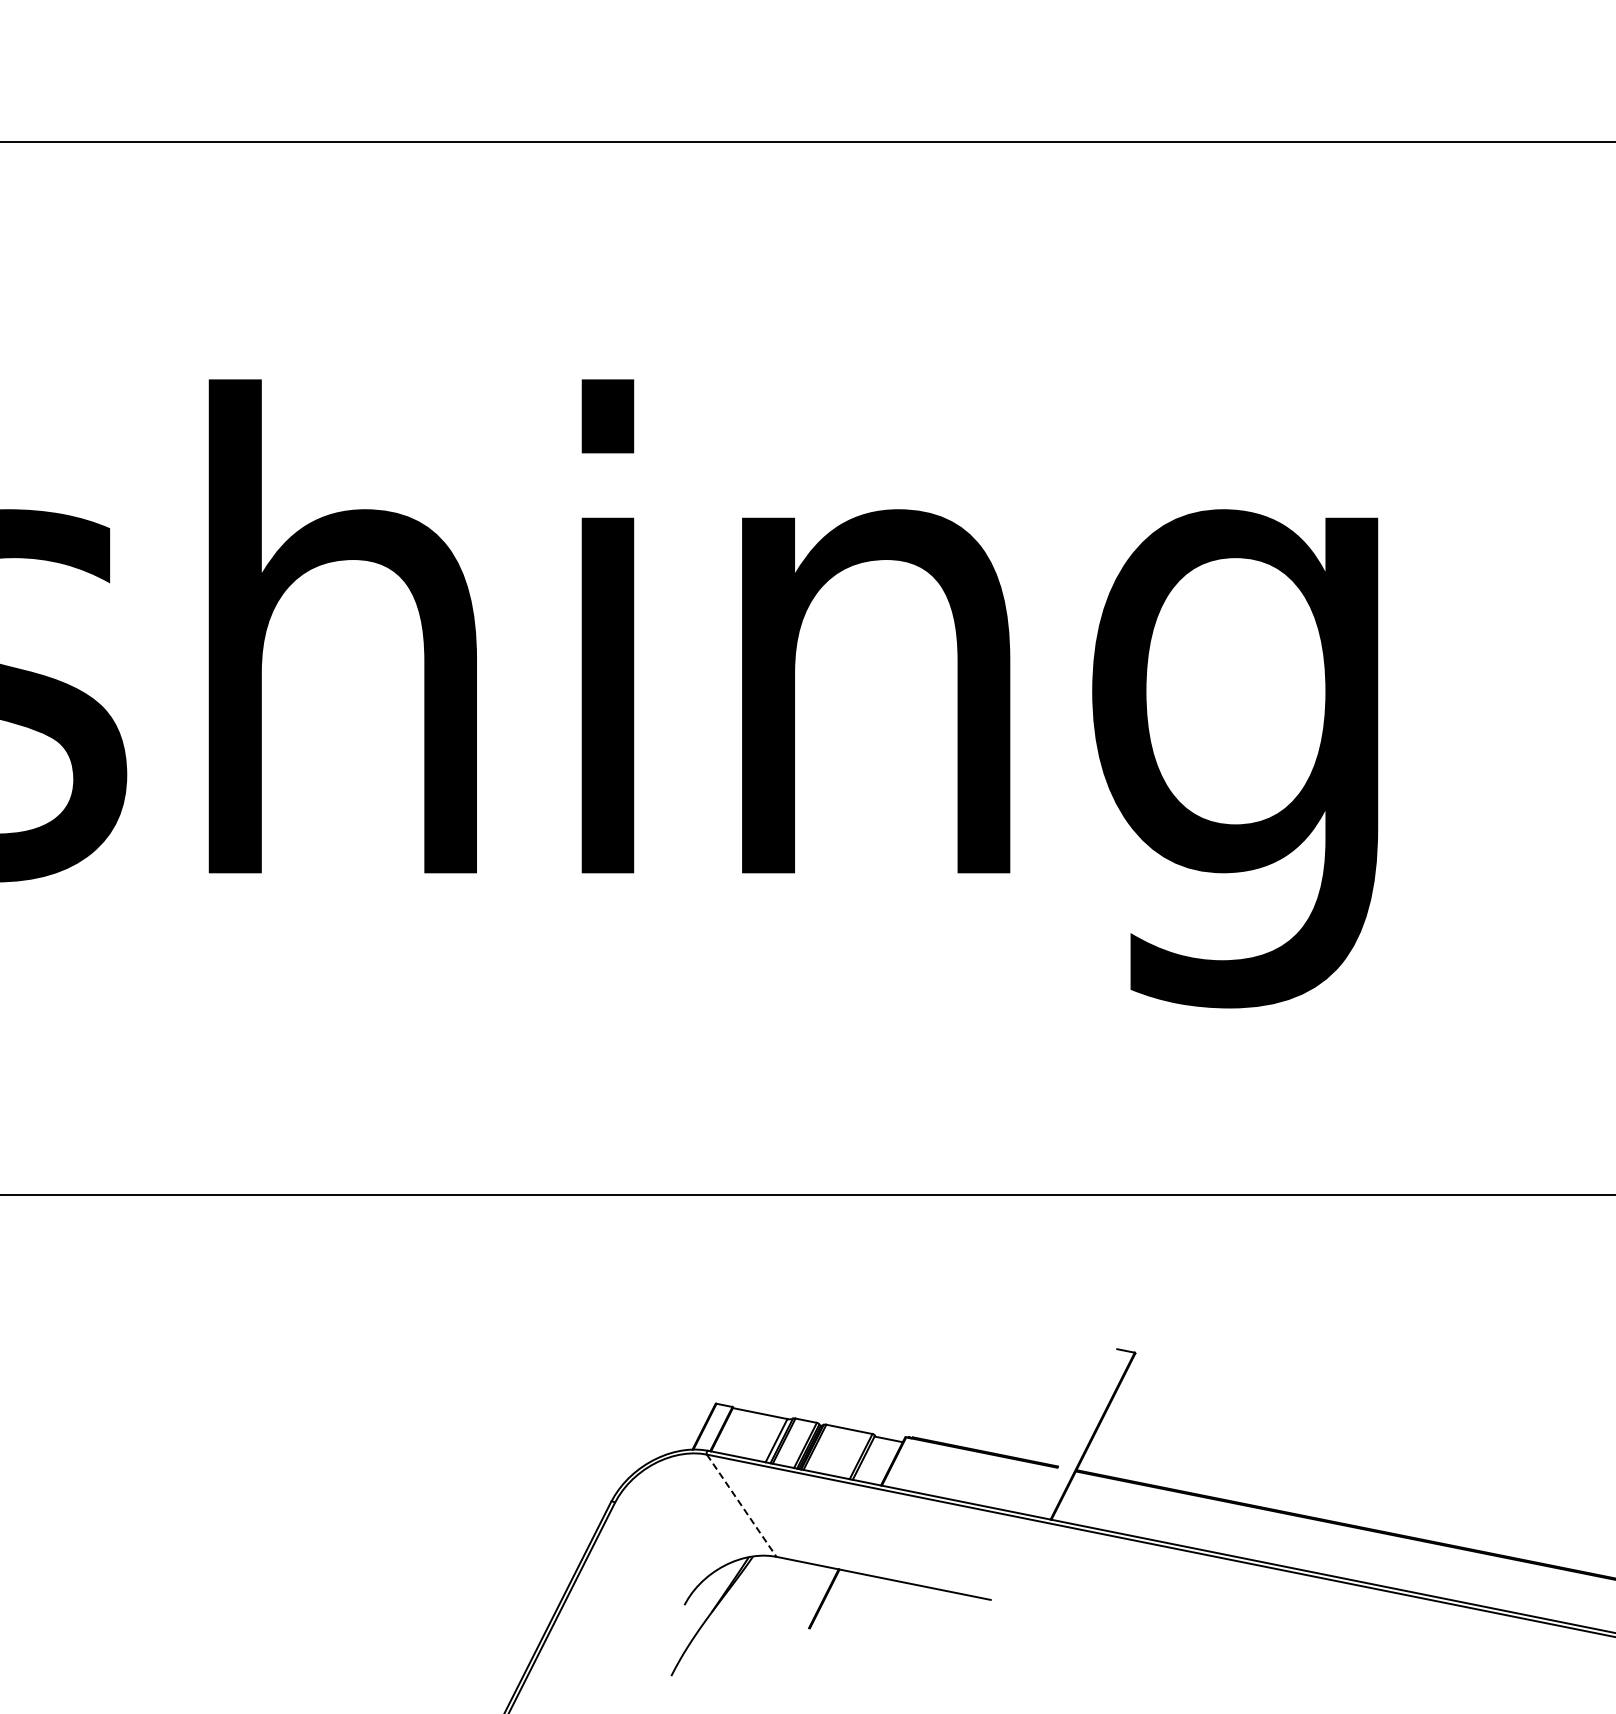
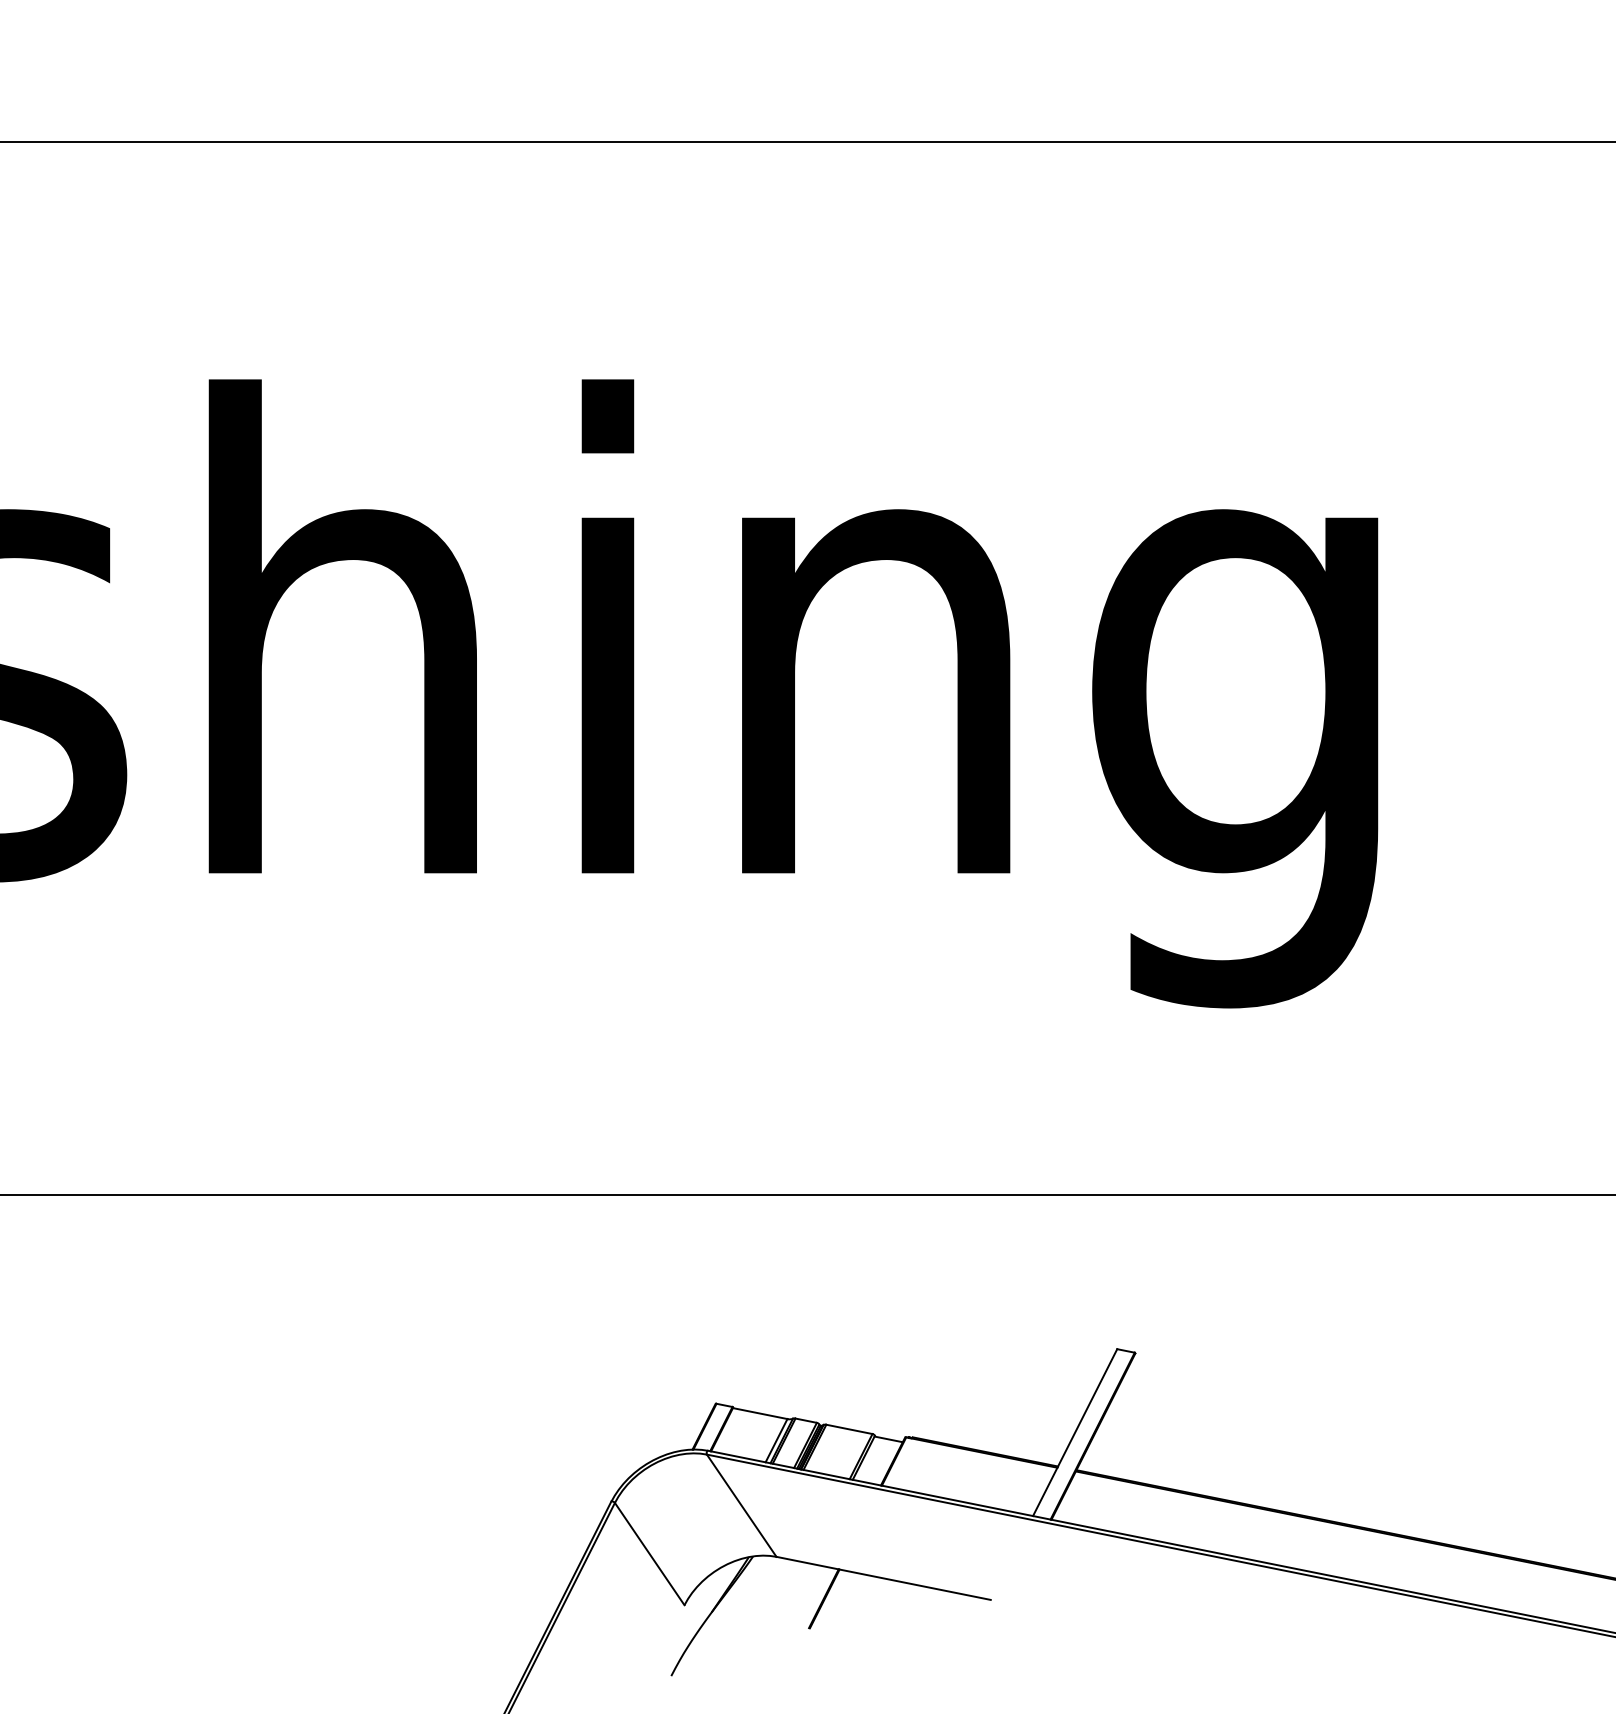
line at (1075, 1432): none -> present
line at (741, 1505): dashed -> solid
line at (649, 1553): none -> present
